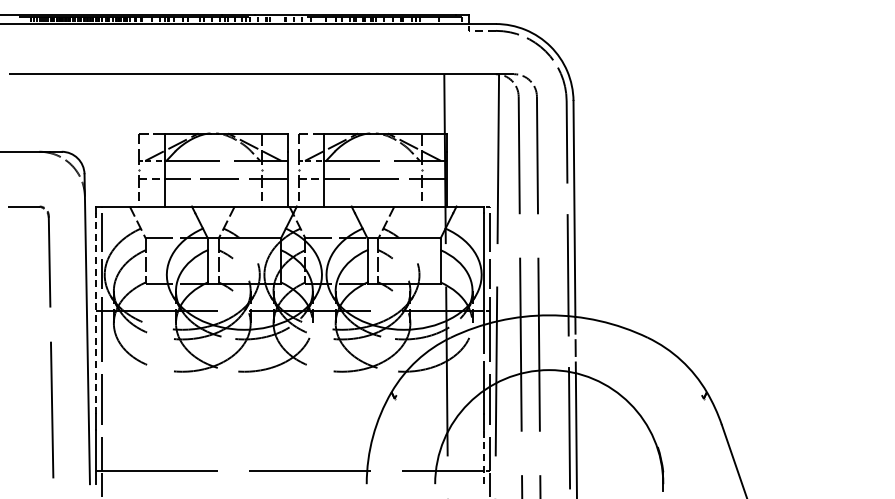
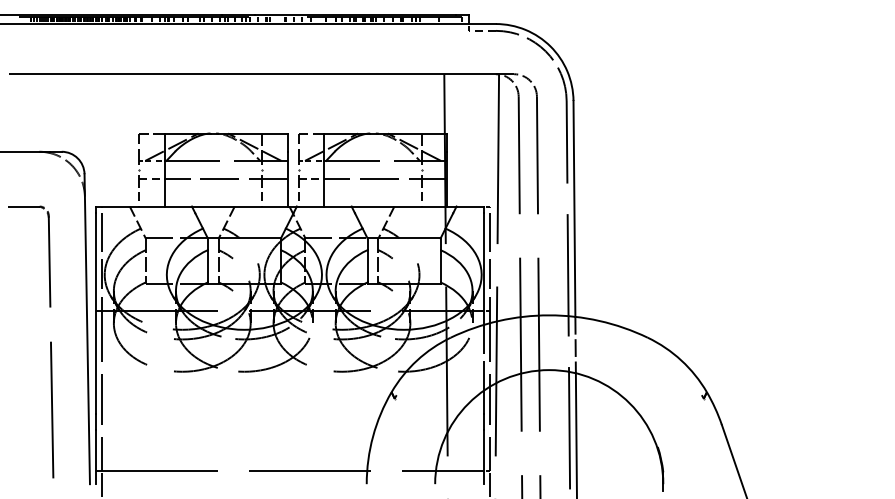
line at (96, 313): dashed -> solid
line at (483, 457): dashed -> solid
